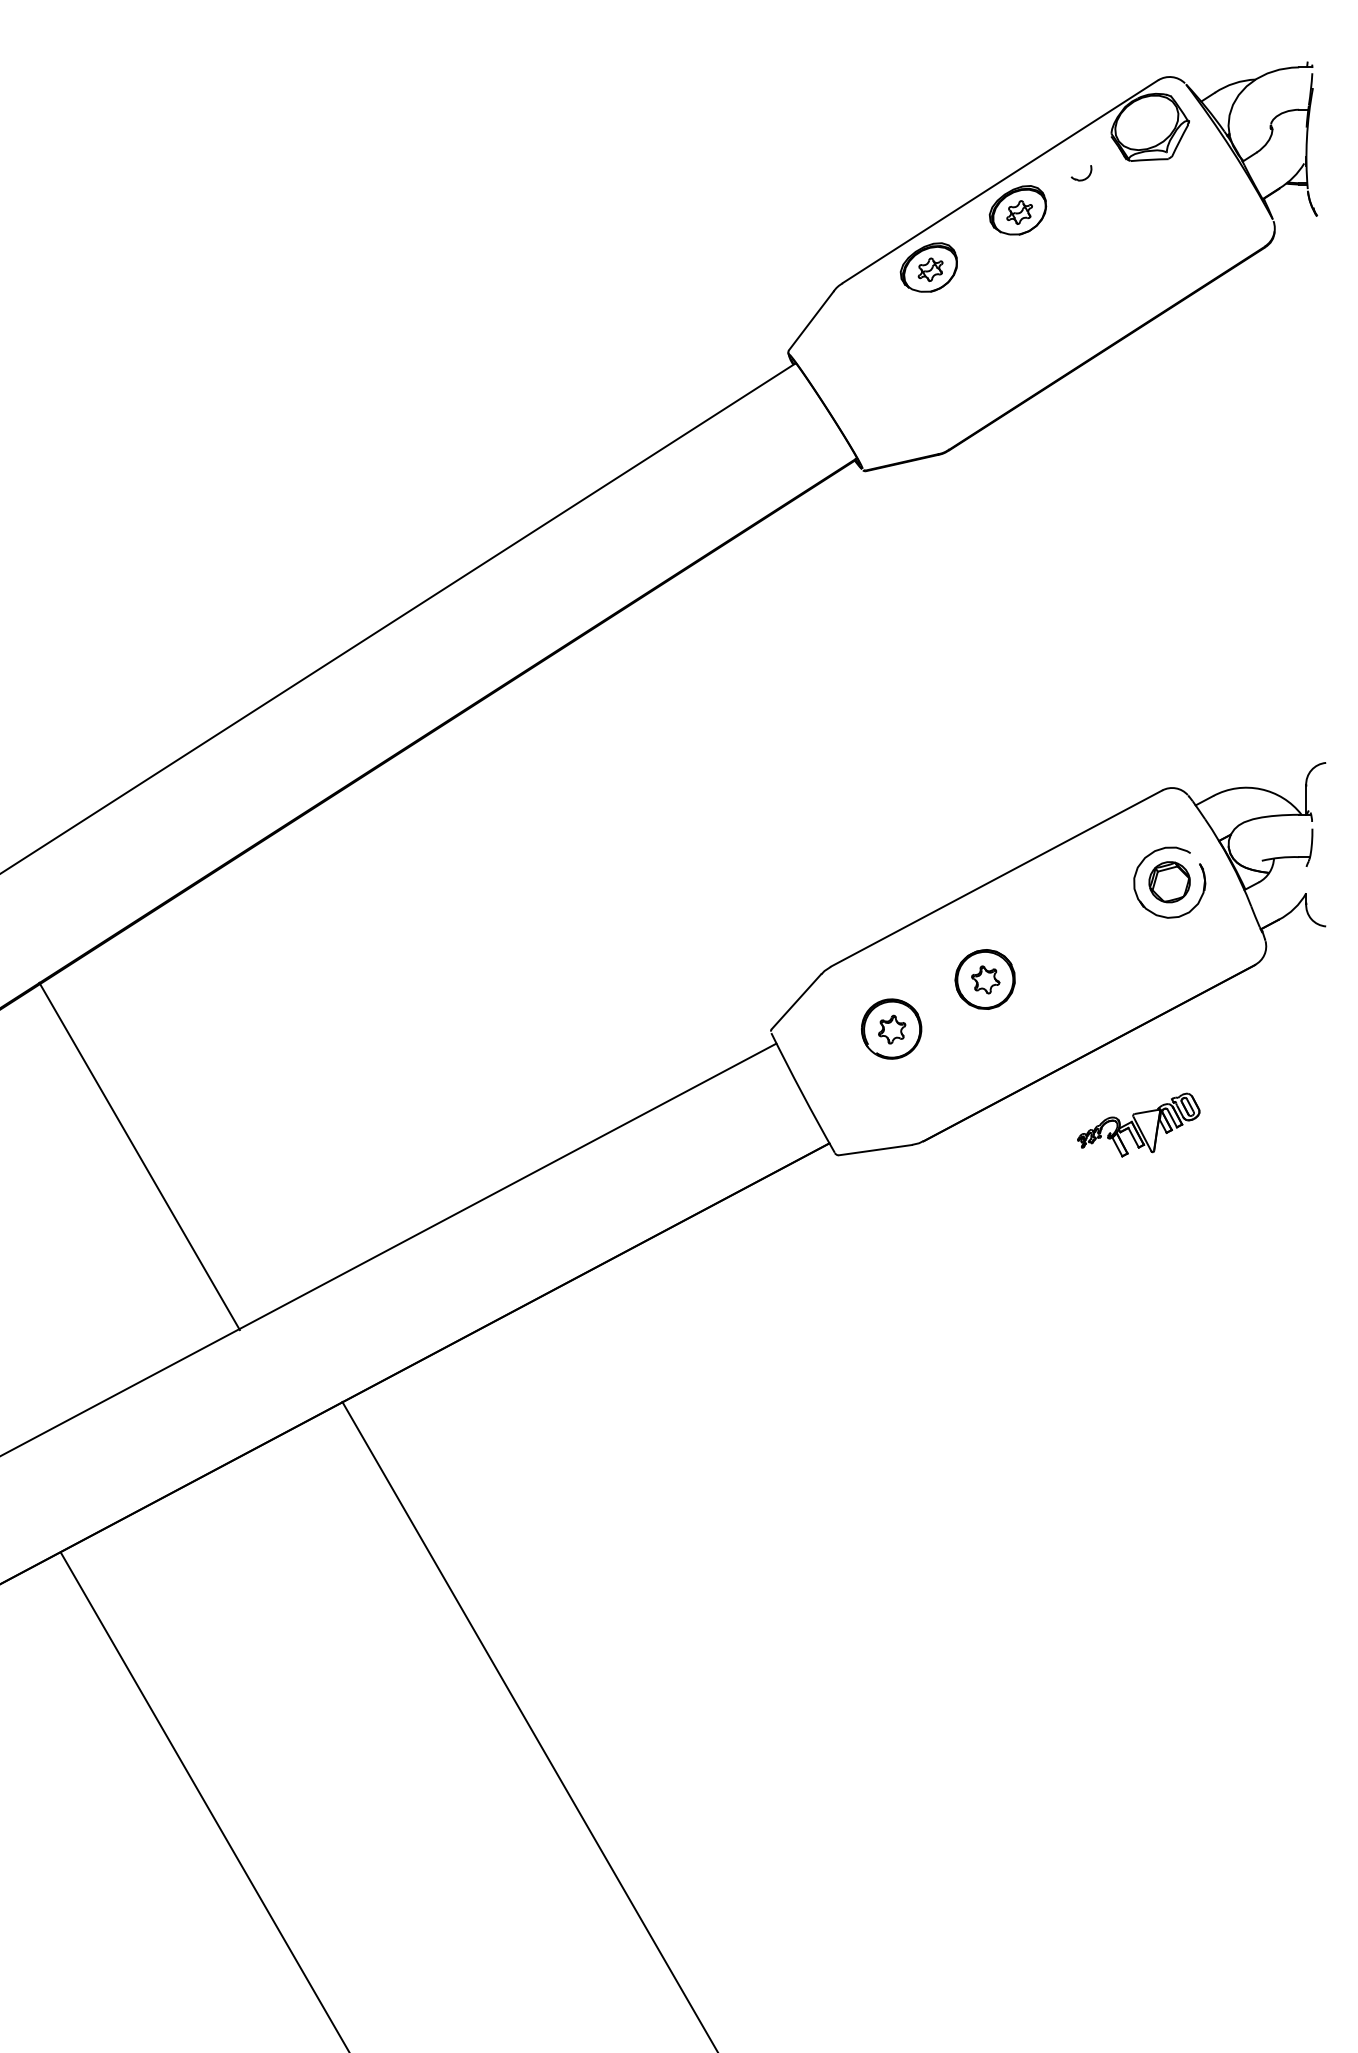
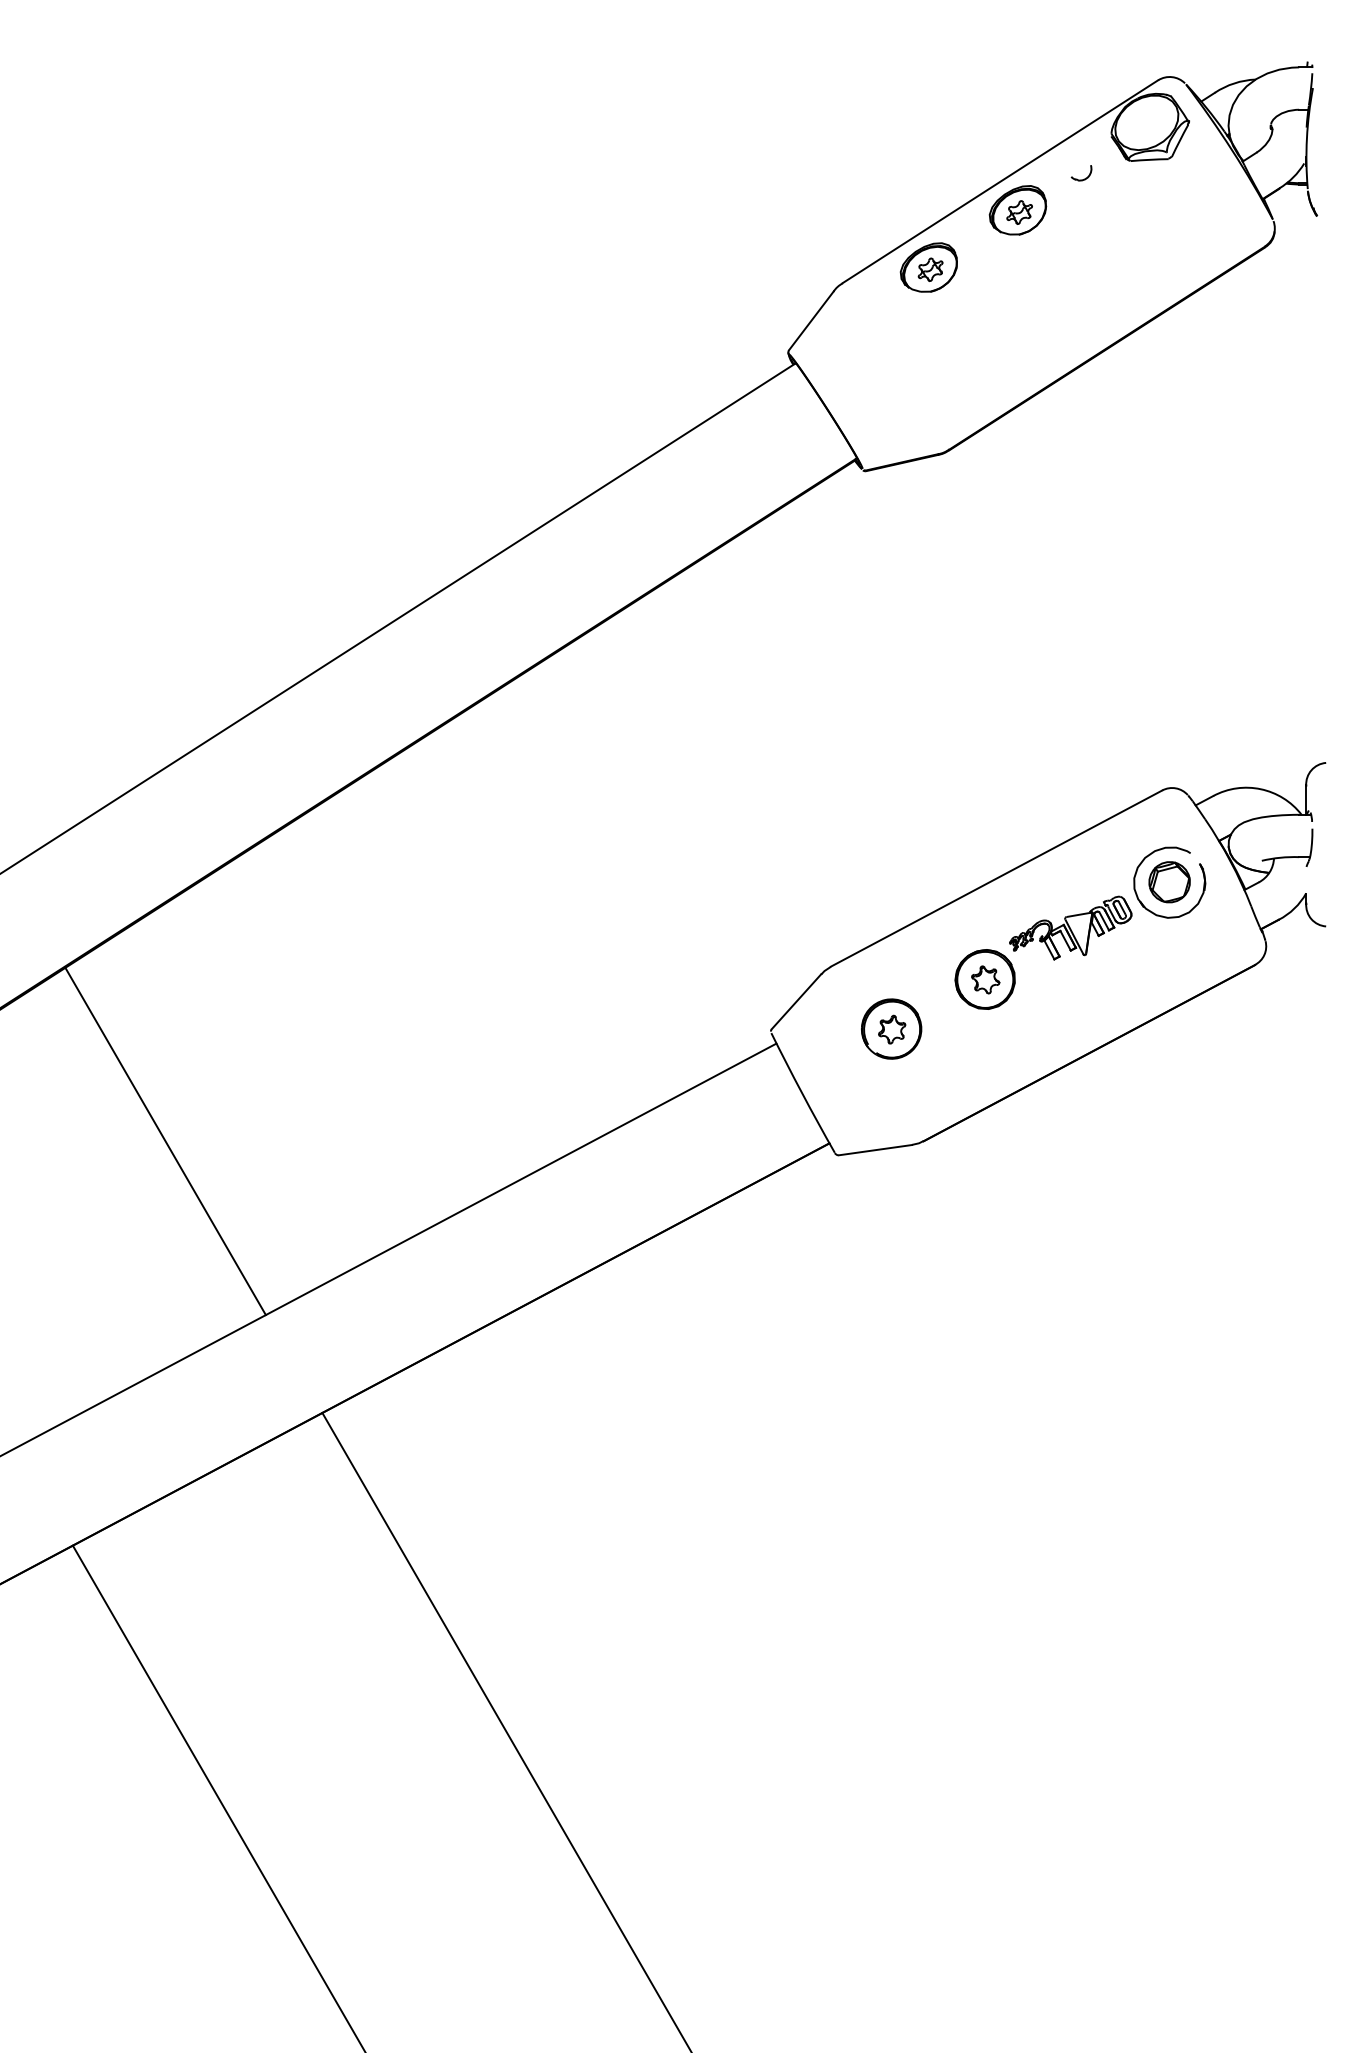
part at (1138, 1124) position: (1138, 1124) -> (1070, 927)
line at (139, 1156) position: (139, 1156) -> (165, 1141)
line at (529, 1725) position: (529, 1725) -> (505, 1730)
line at (203, 1800) position: (203, 1800) -> (217, 1797)
